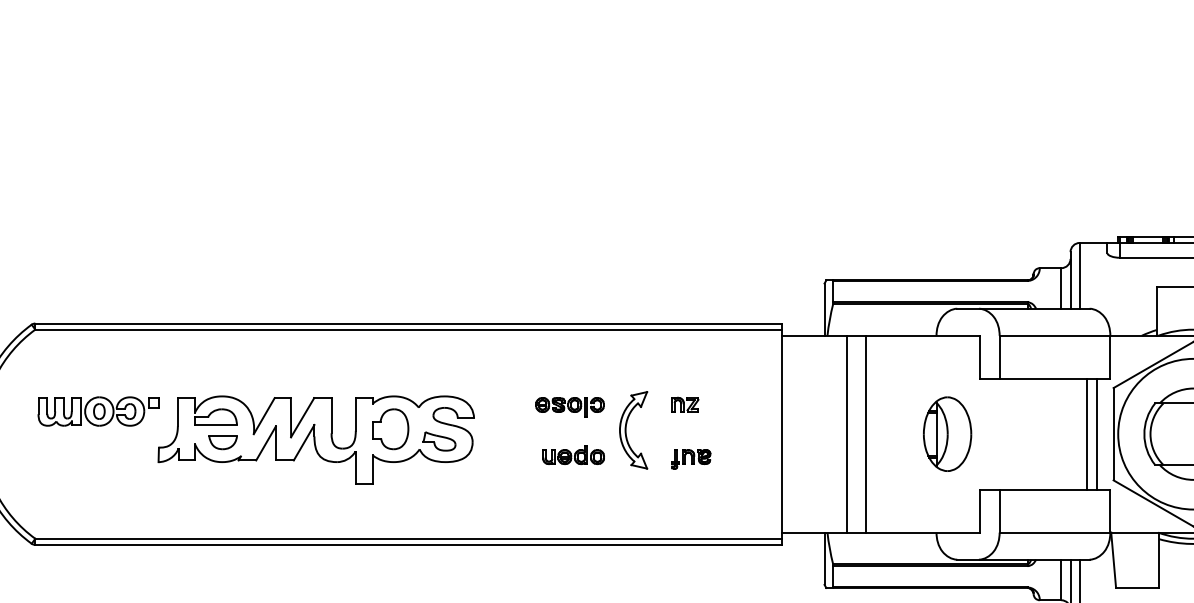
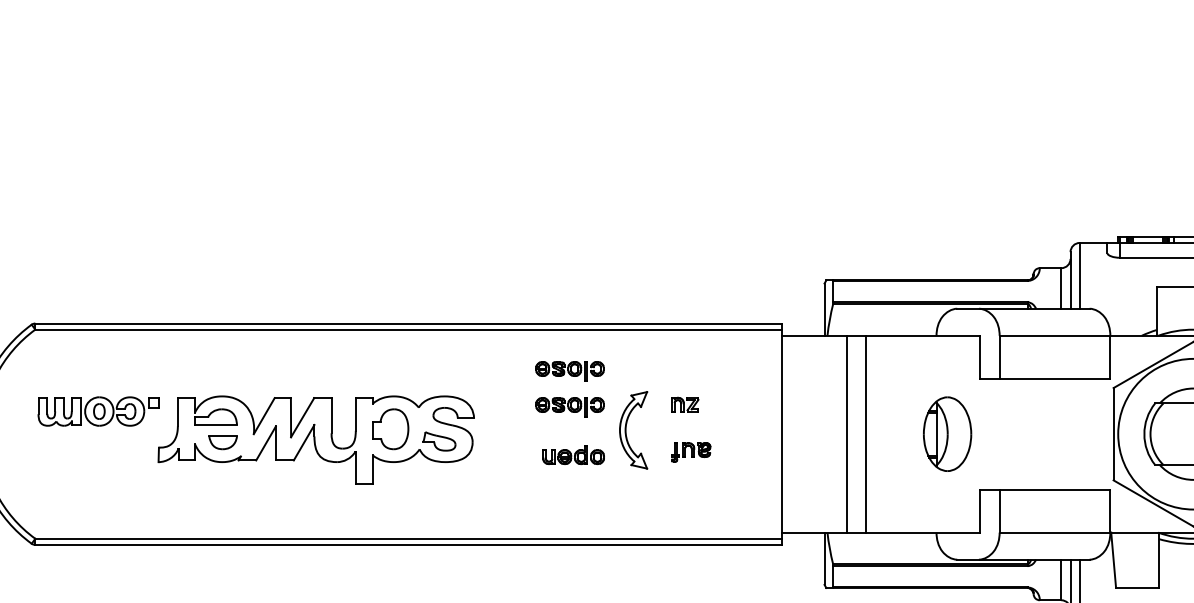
part at (569, 371): none -> present
line at (1087, 433): present -> none
line at (1096, 433): present -> none
part at (691, 459) position: (691, 459) -> (691, 452)
